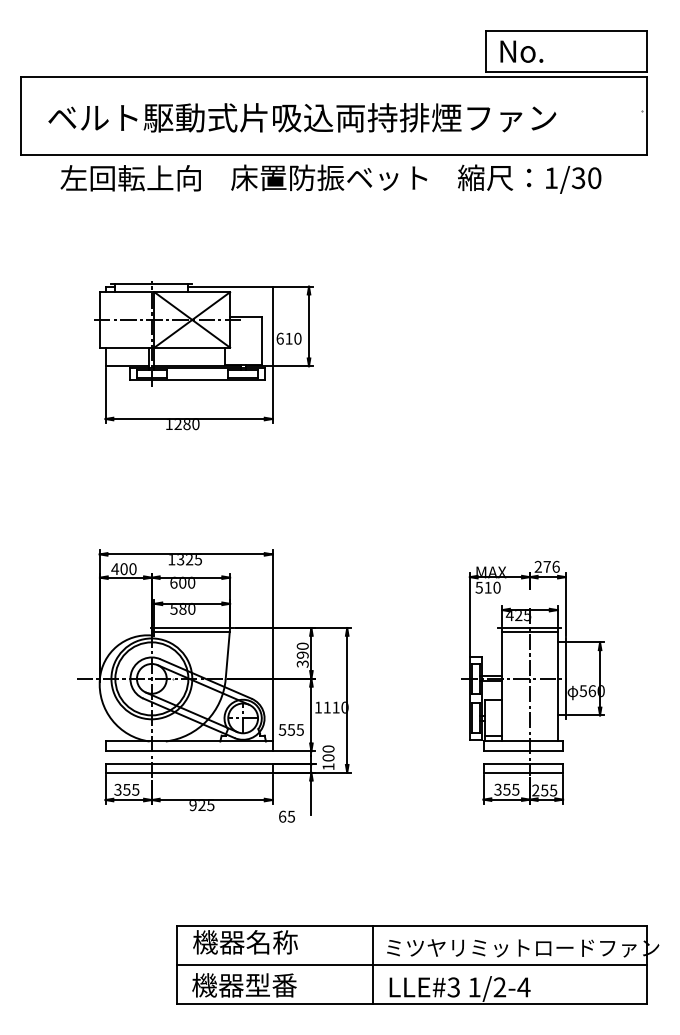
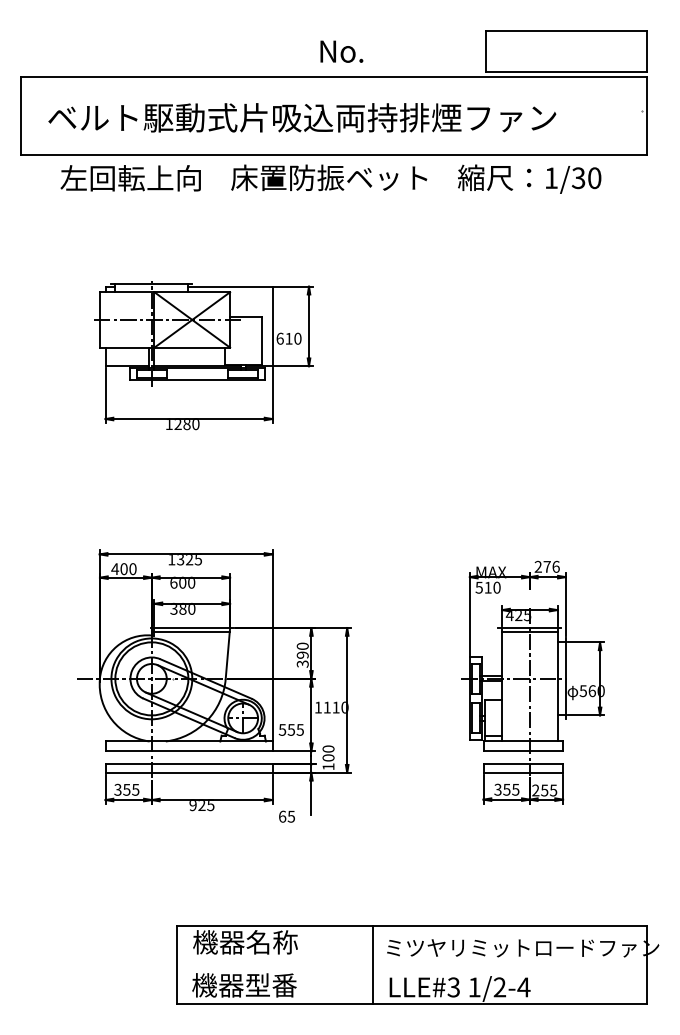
text at (521, 51) position: (521, 51) -> (341, 51)
text at (174, 607): 580 -> 380
line at (411, 964): present -> none
